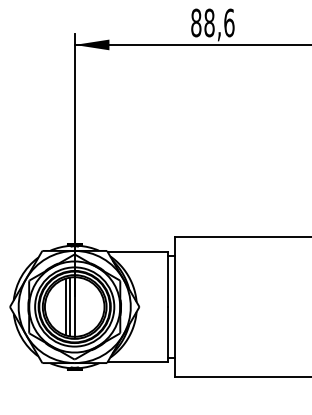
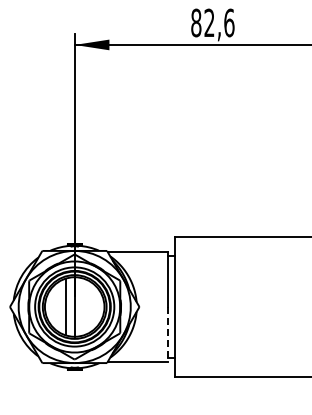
text at (209, 22): 88,6 -> 82,6
line at (70, 306): present -> none
line at (167, 334): solid -> dashed
